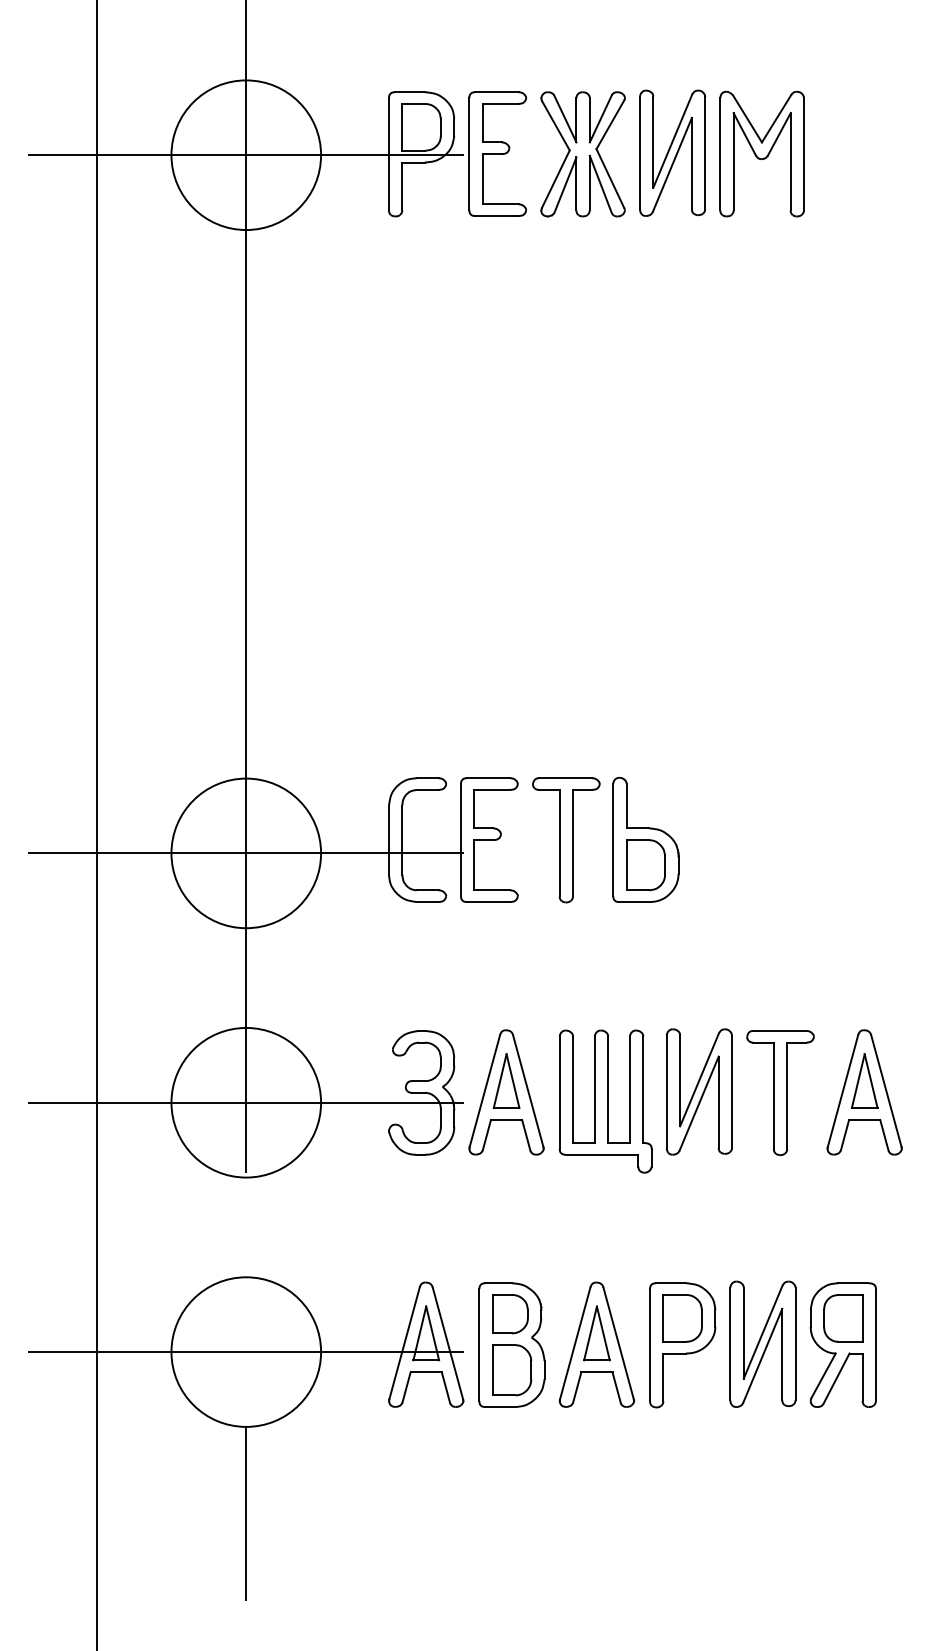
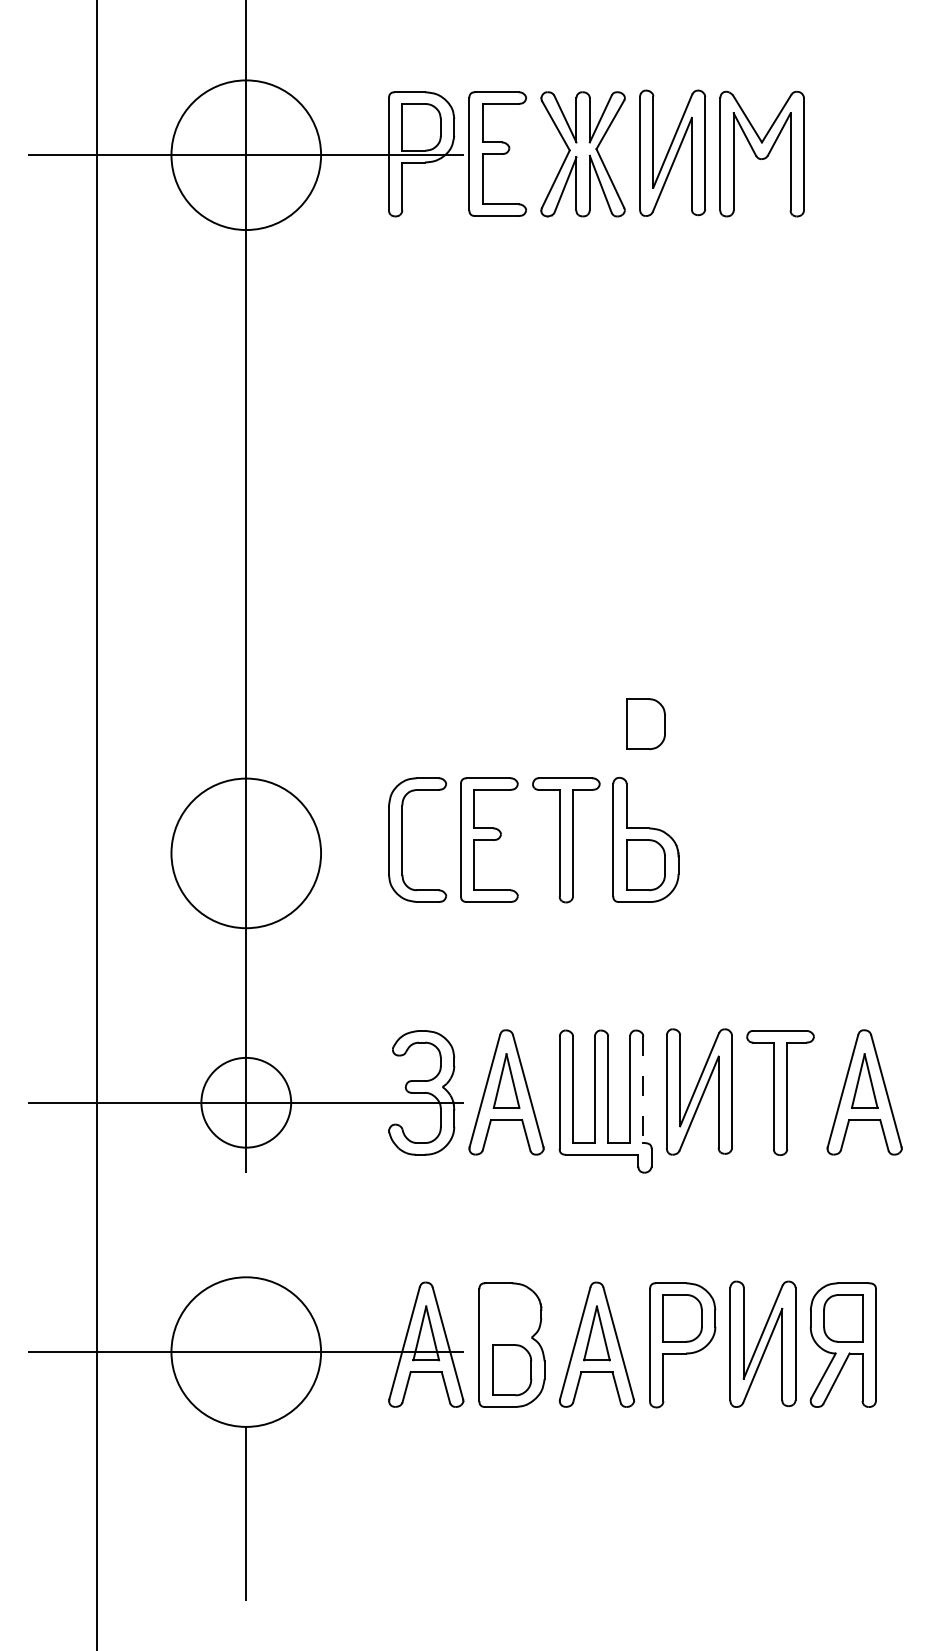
part at (645, 724): none -> present
line at (246, 853): present -> none
line at (643, 1090): solid -> dashed
circle at (246, 1102) diameter: 150 px -> 90 px
part at (510, 1314): present -> none
